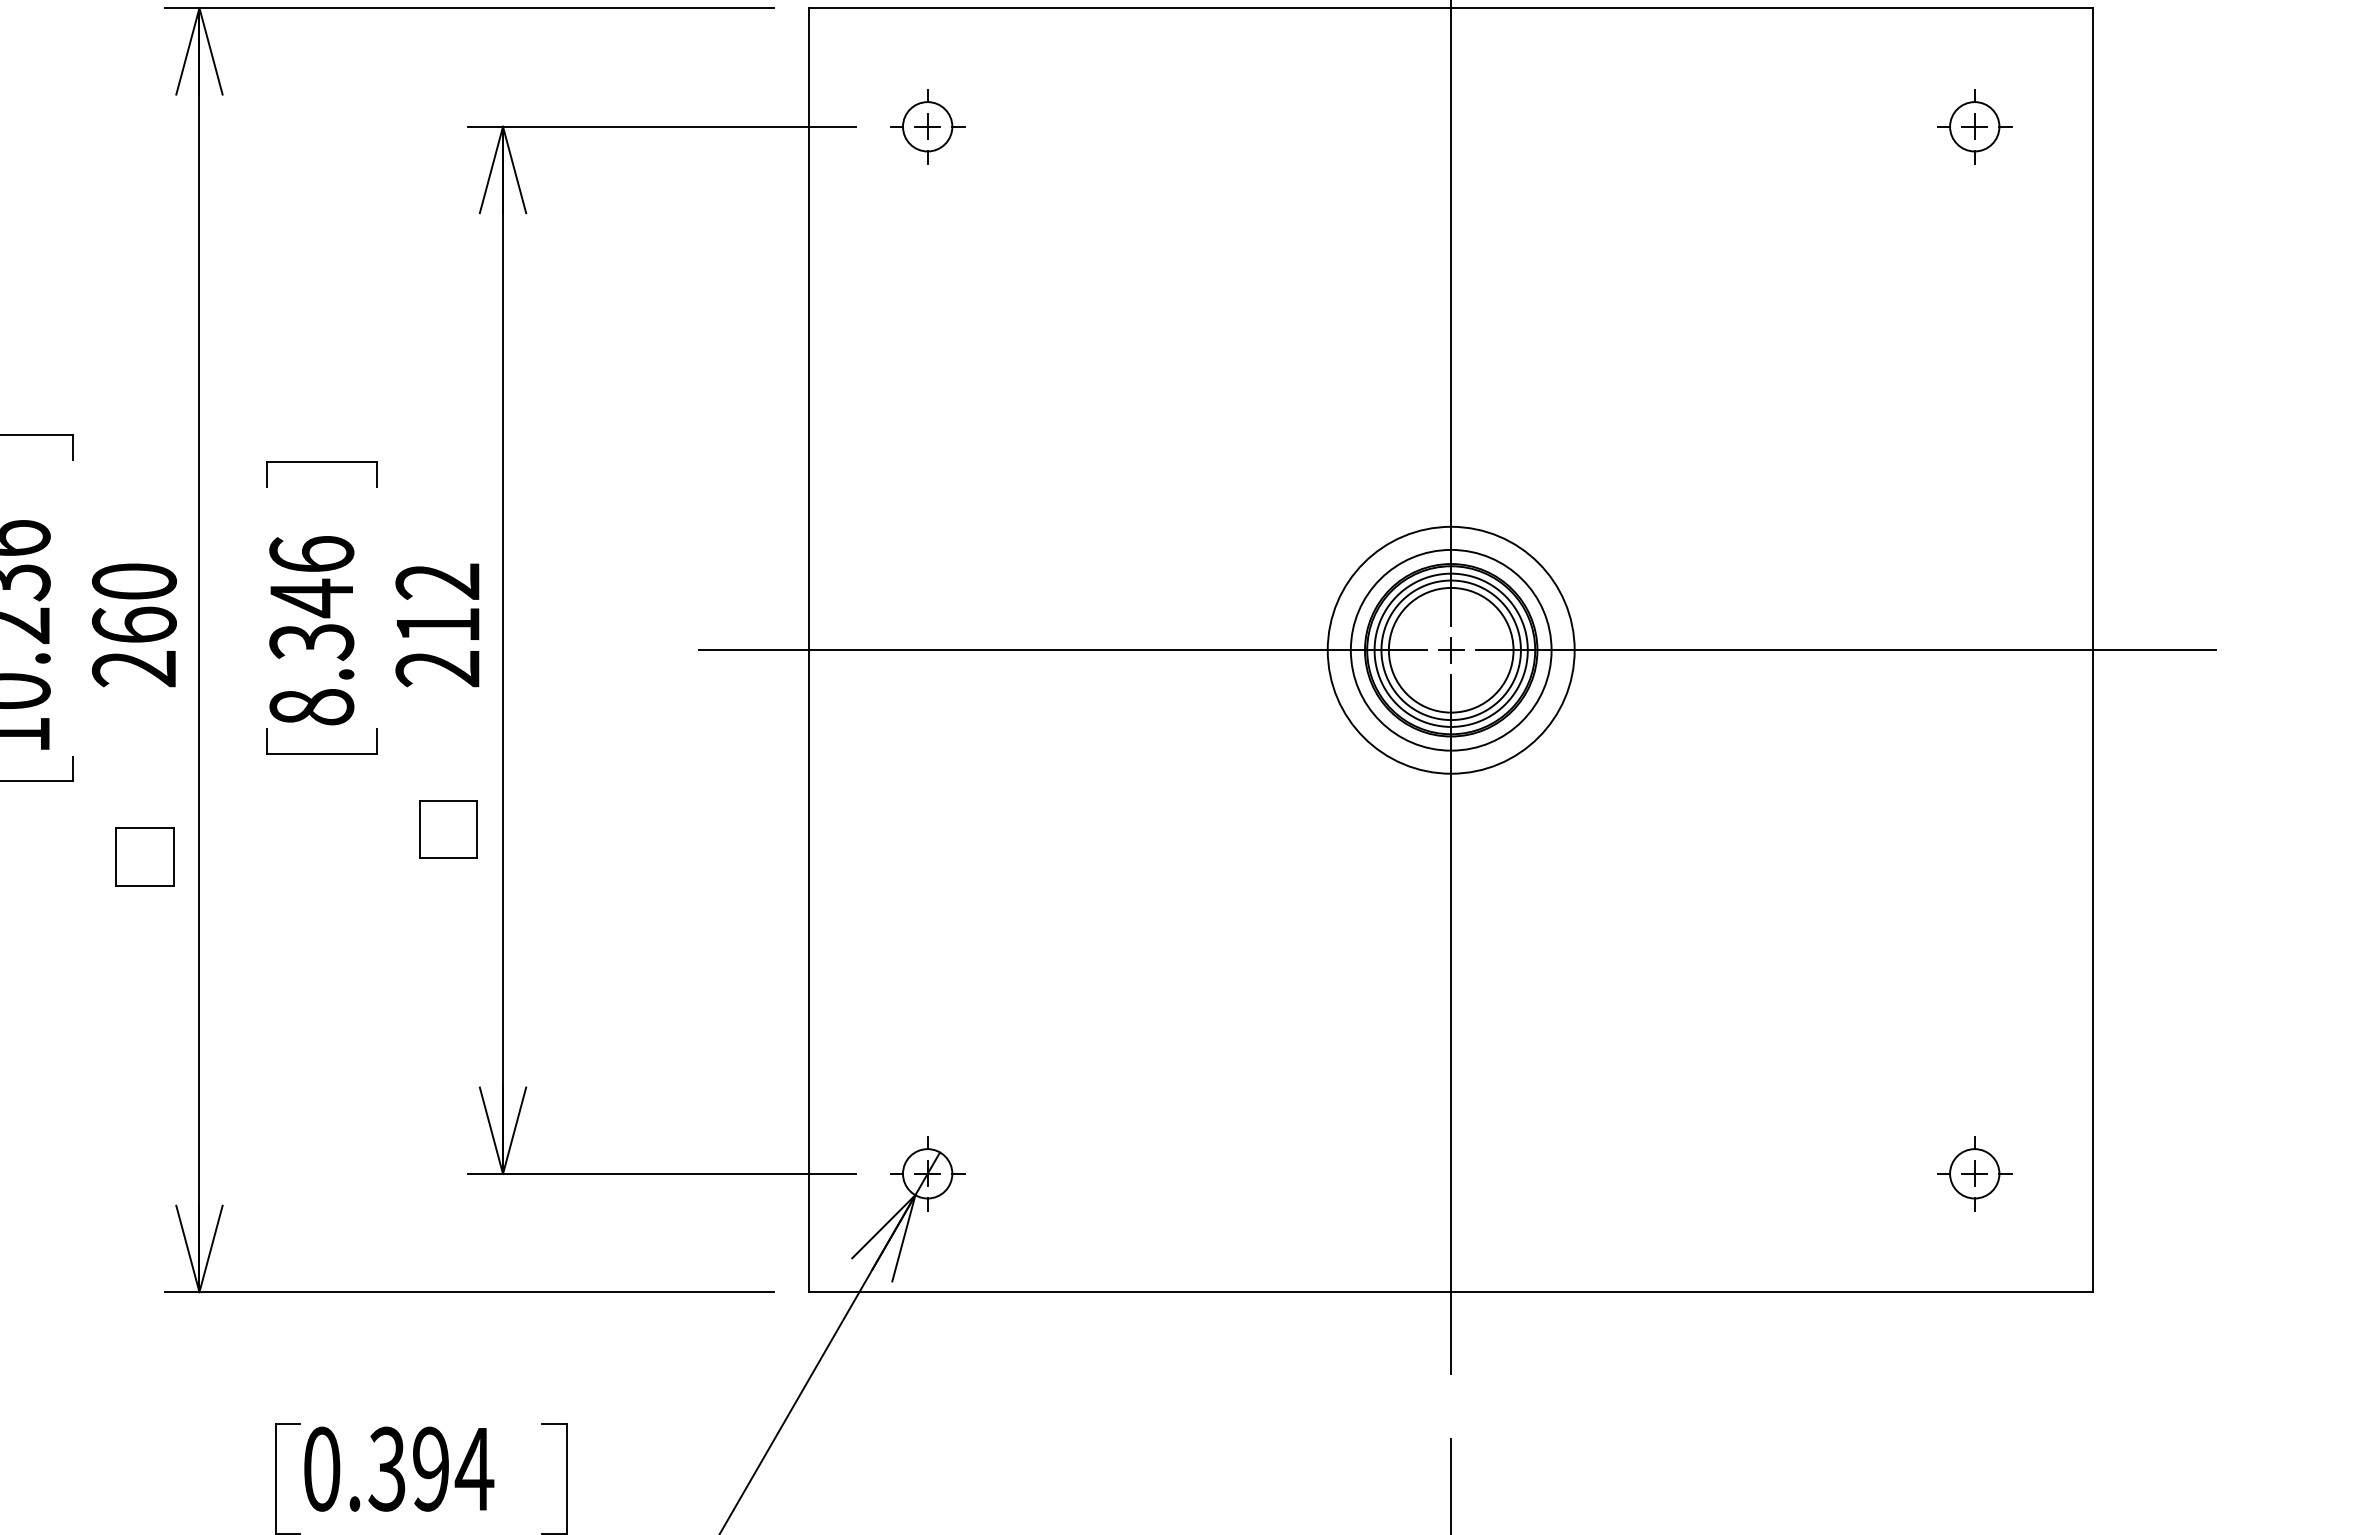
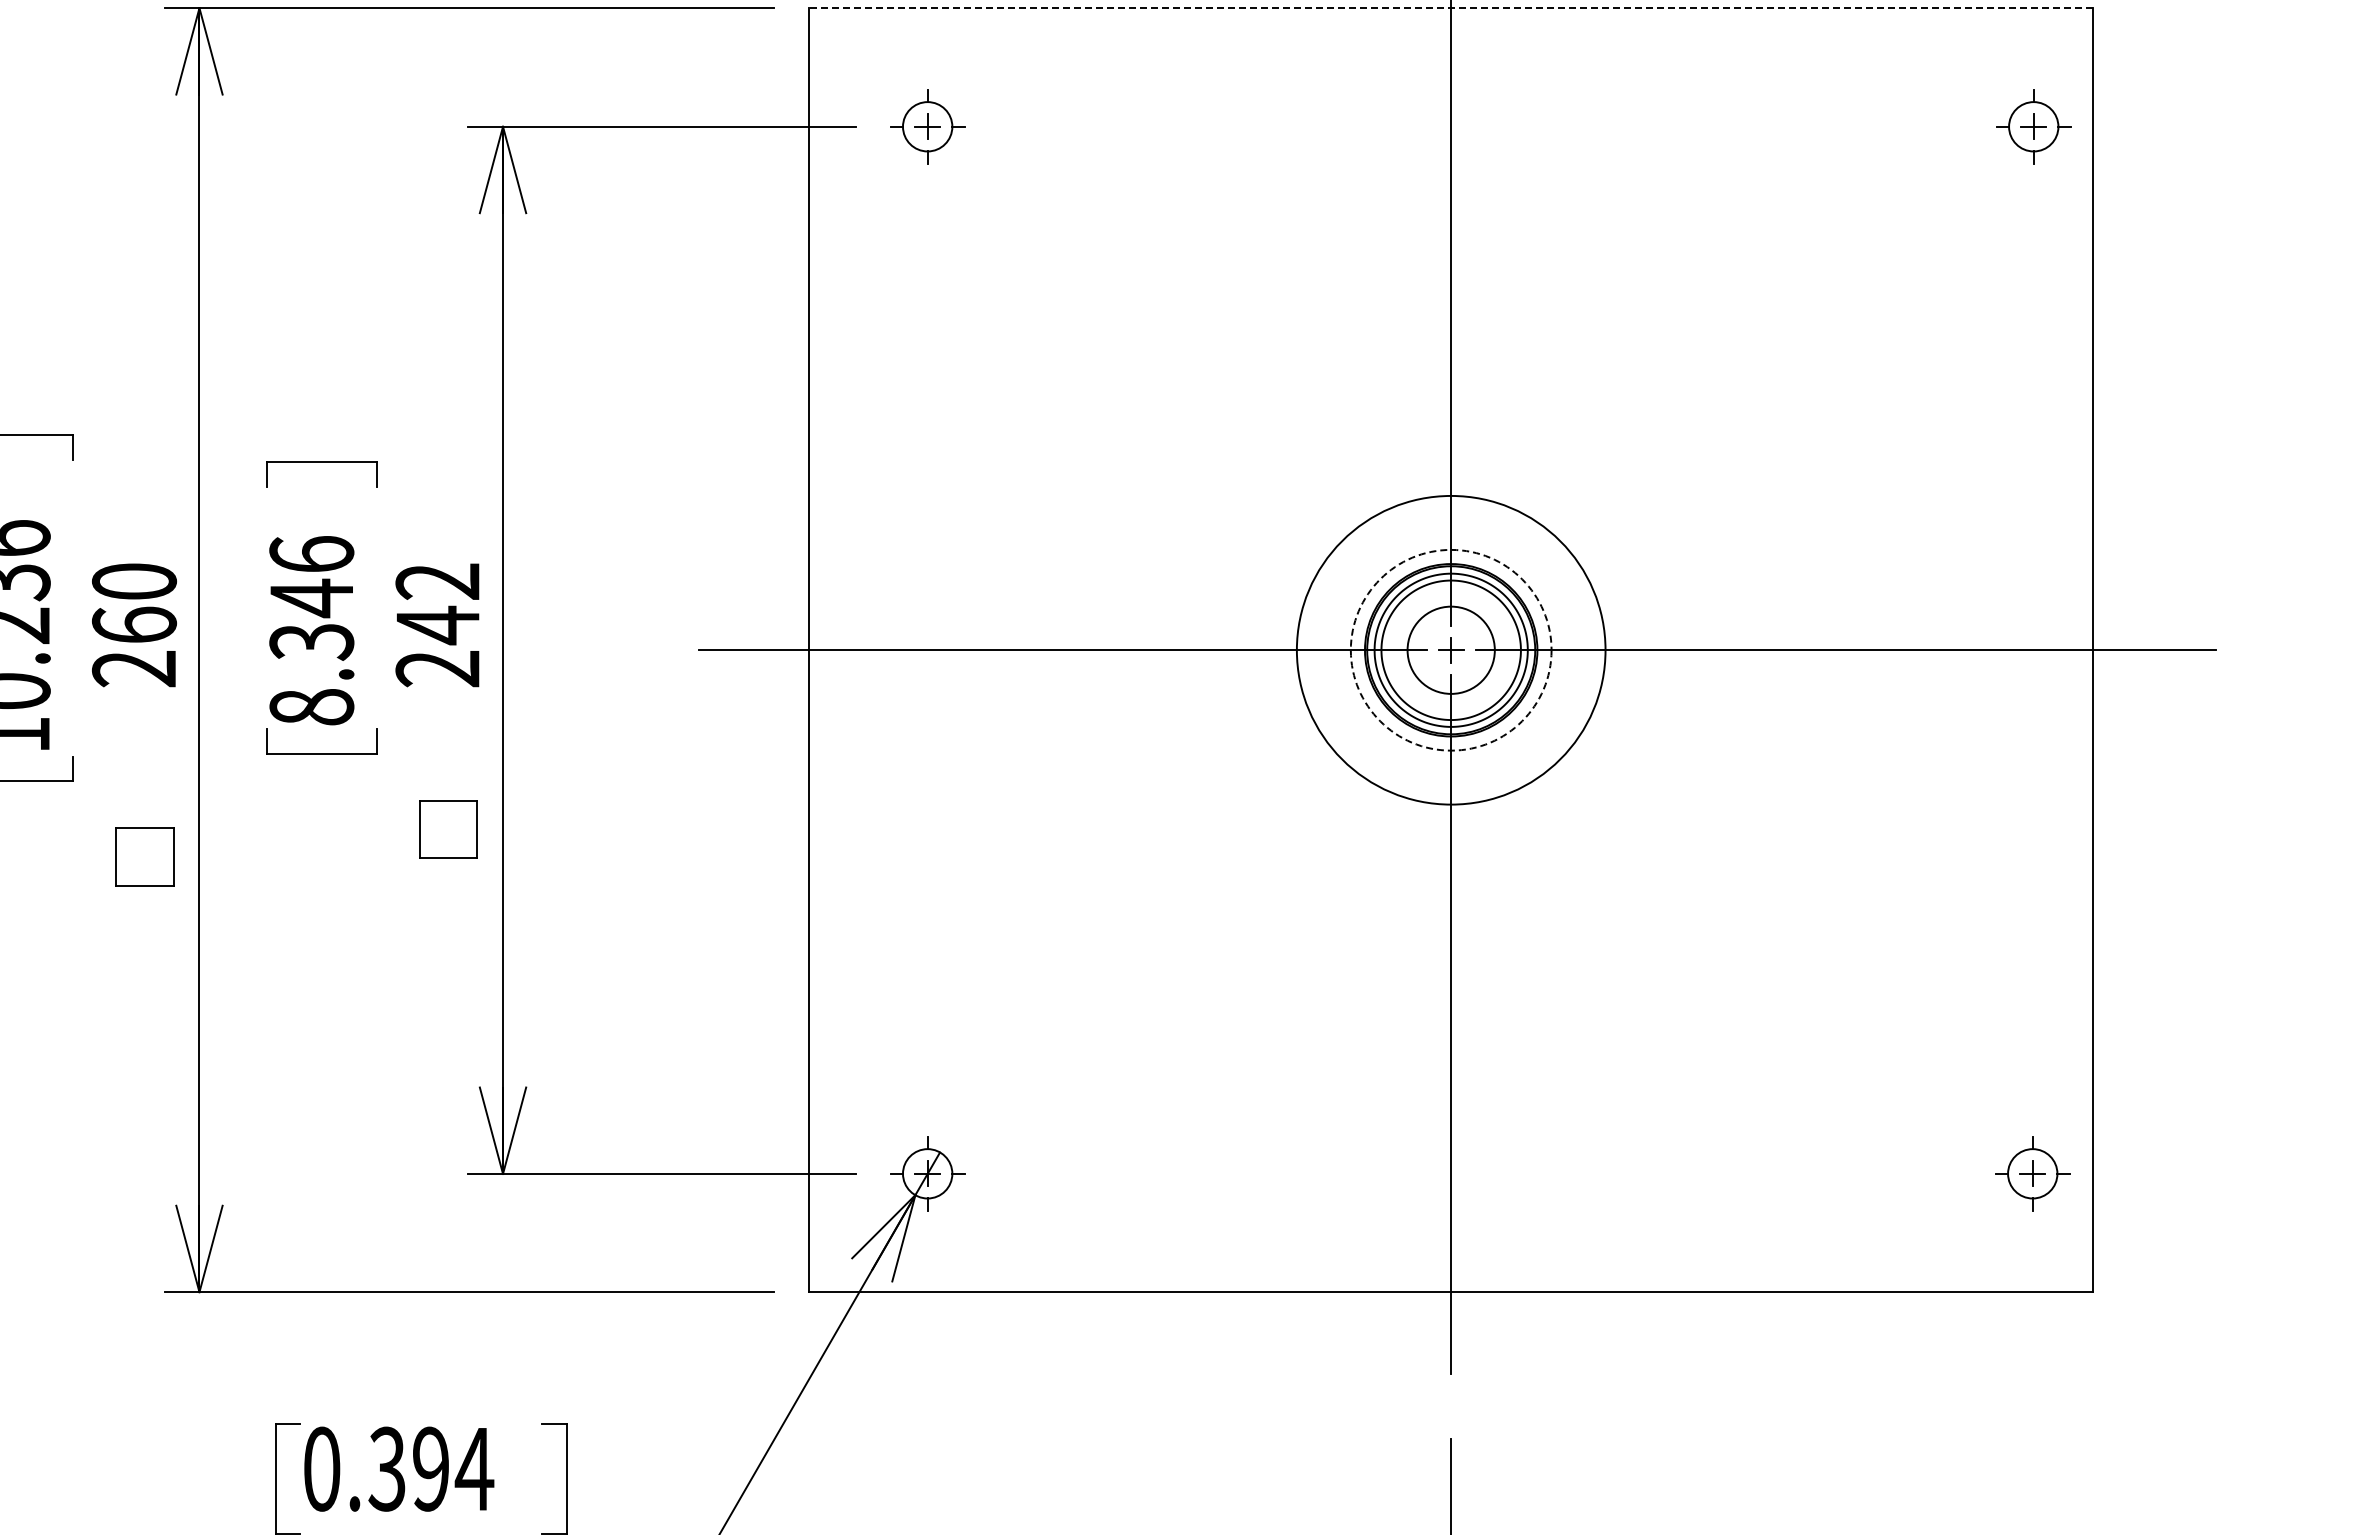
line at (1450, 8): solid -> dashed
part at (1974, 126) position: (1974, 126) -> (2033, 126)
text at (437, 625): 212 -> 242
circle at (1450, 649) diameter: 125 px -> 87 px
circle at (1450, 649) diameter: 247 px -> 309 px
circle at (1450, 649): solid -> dashed
part at (1974, 1173) position: (1974, 1173) -> (2032, 1173)
